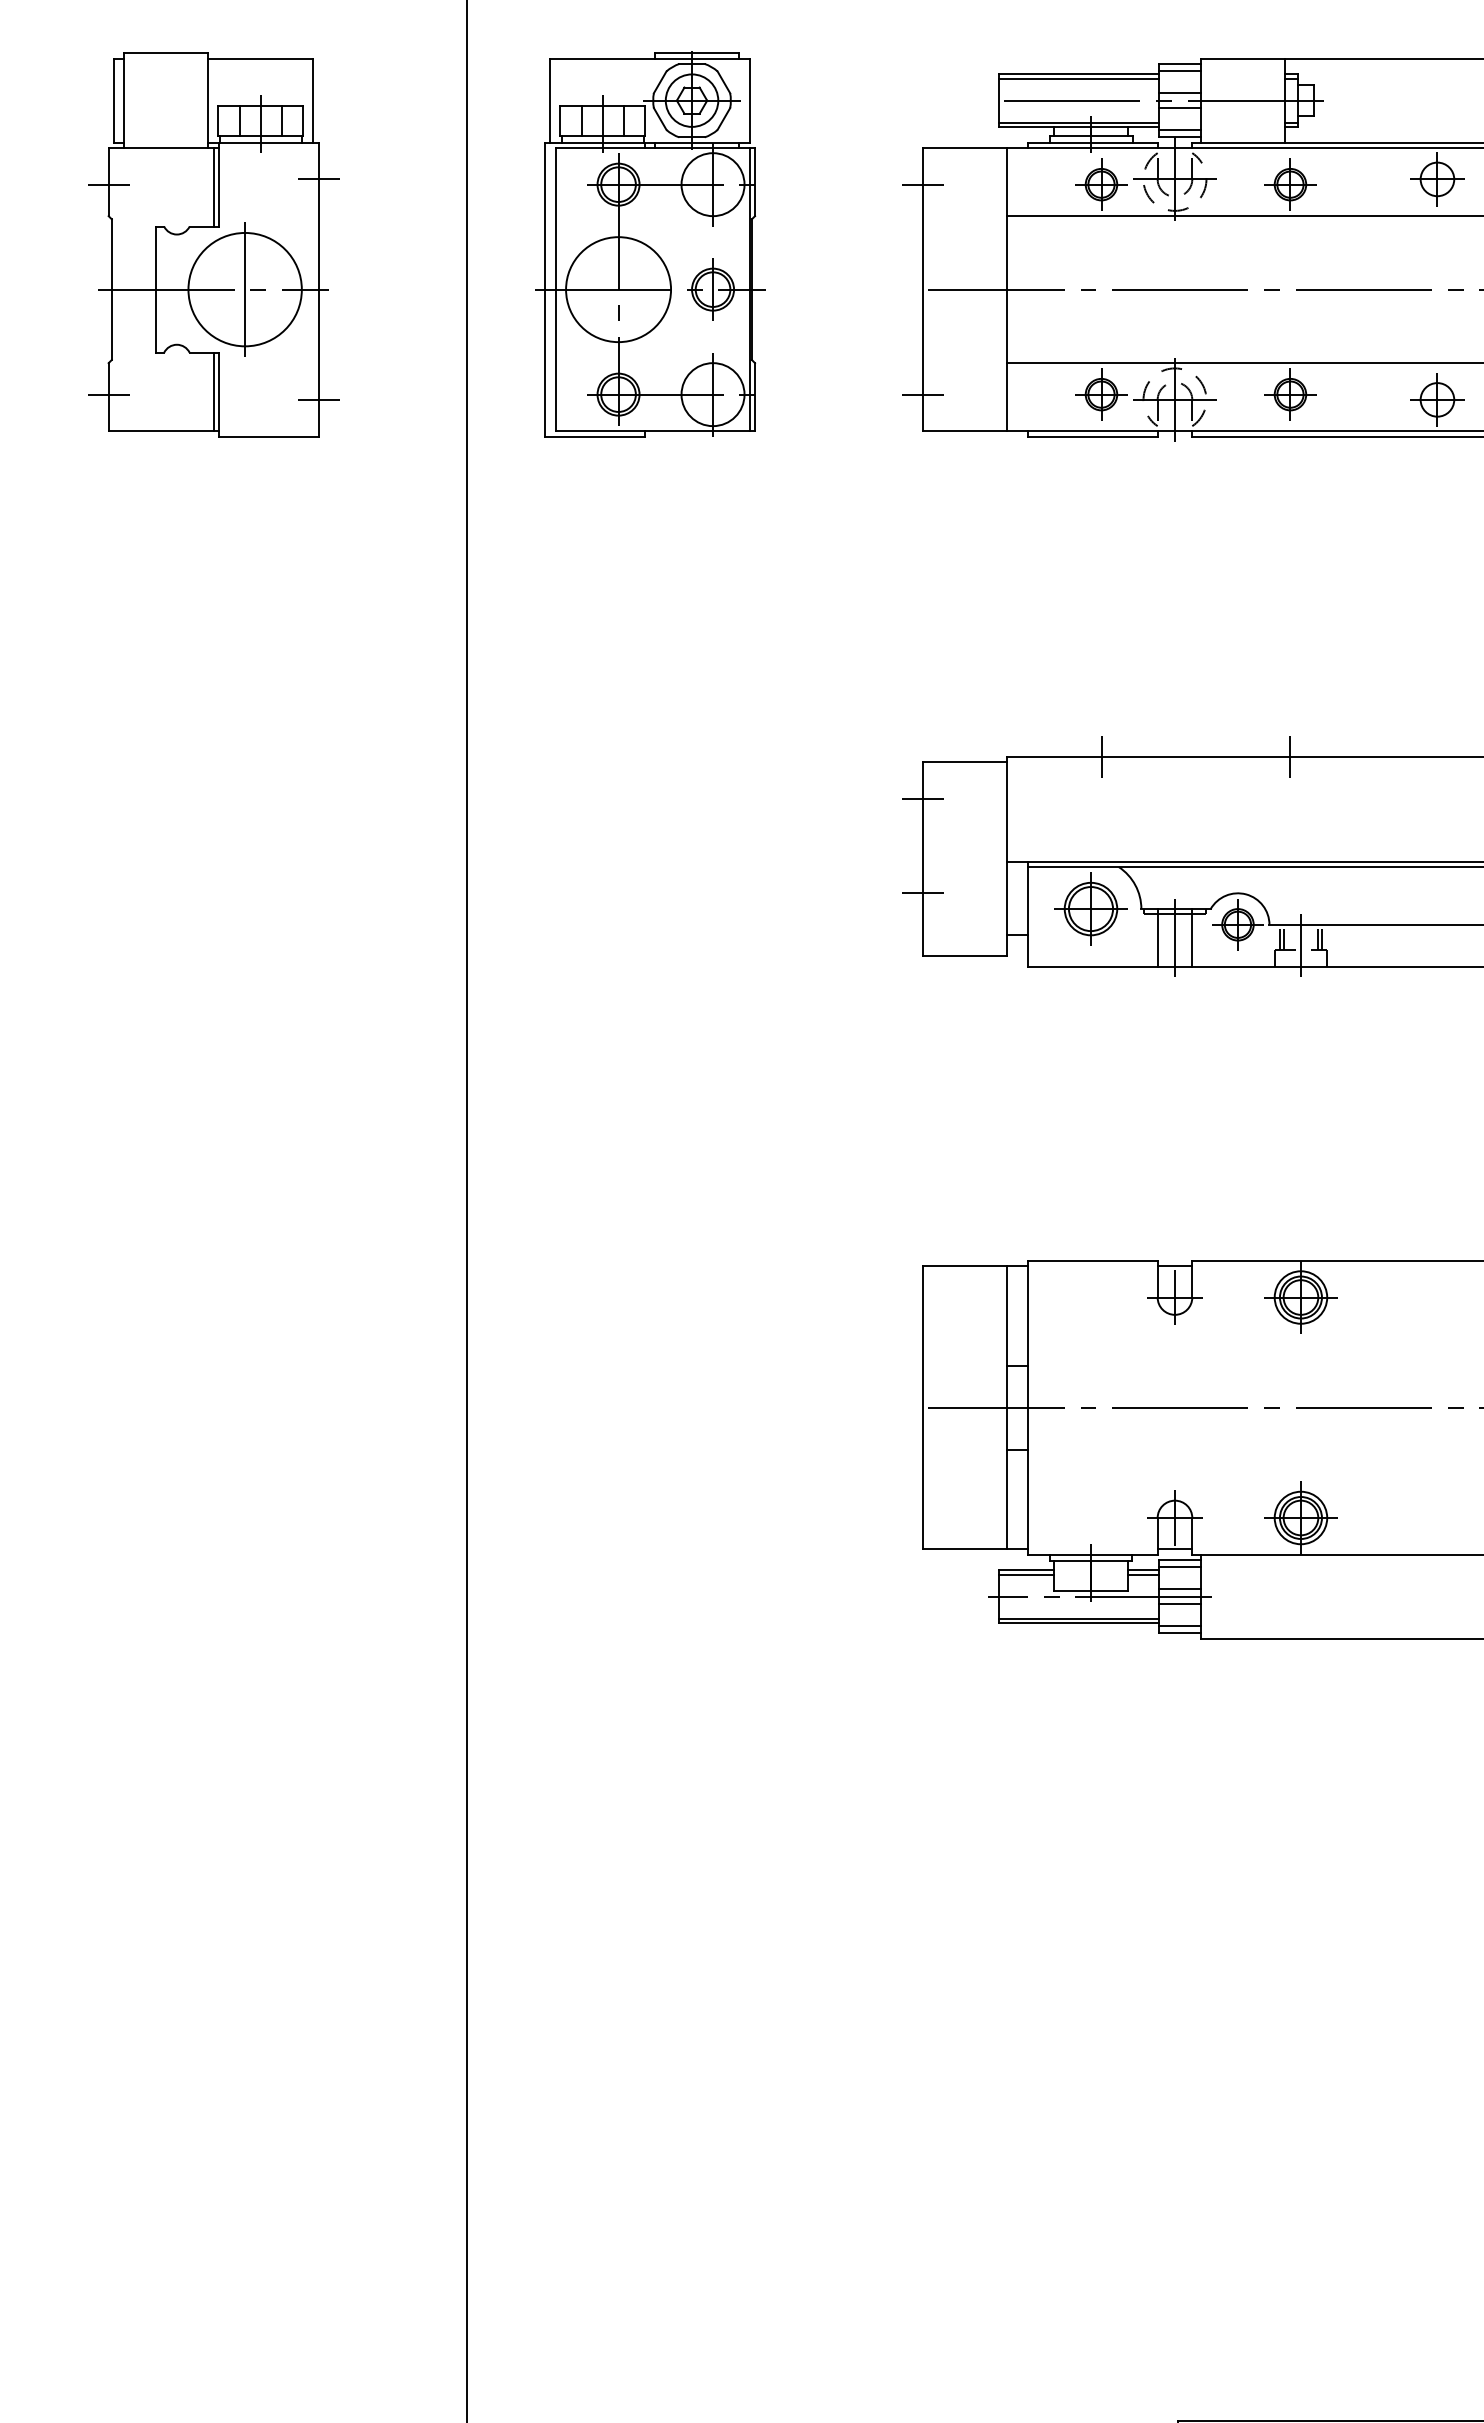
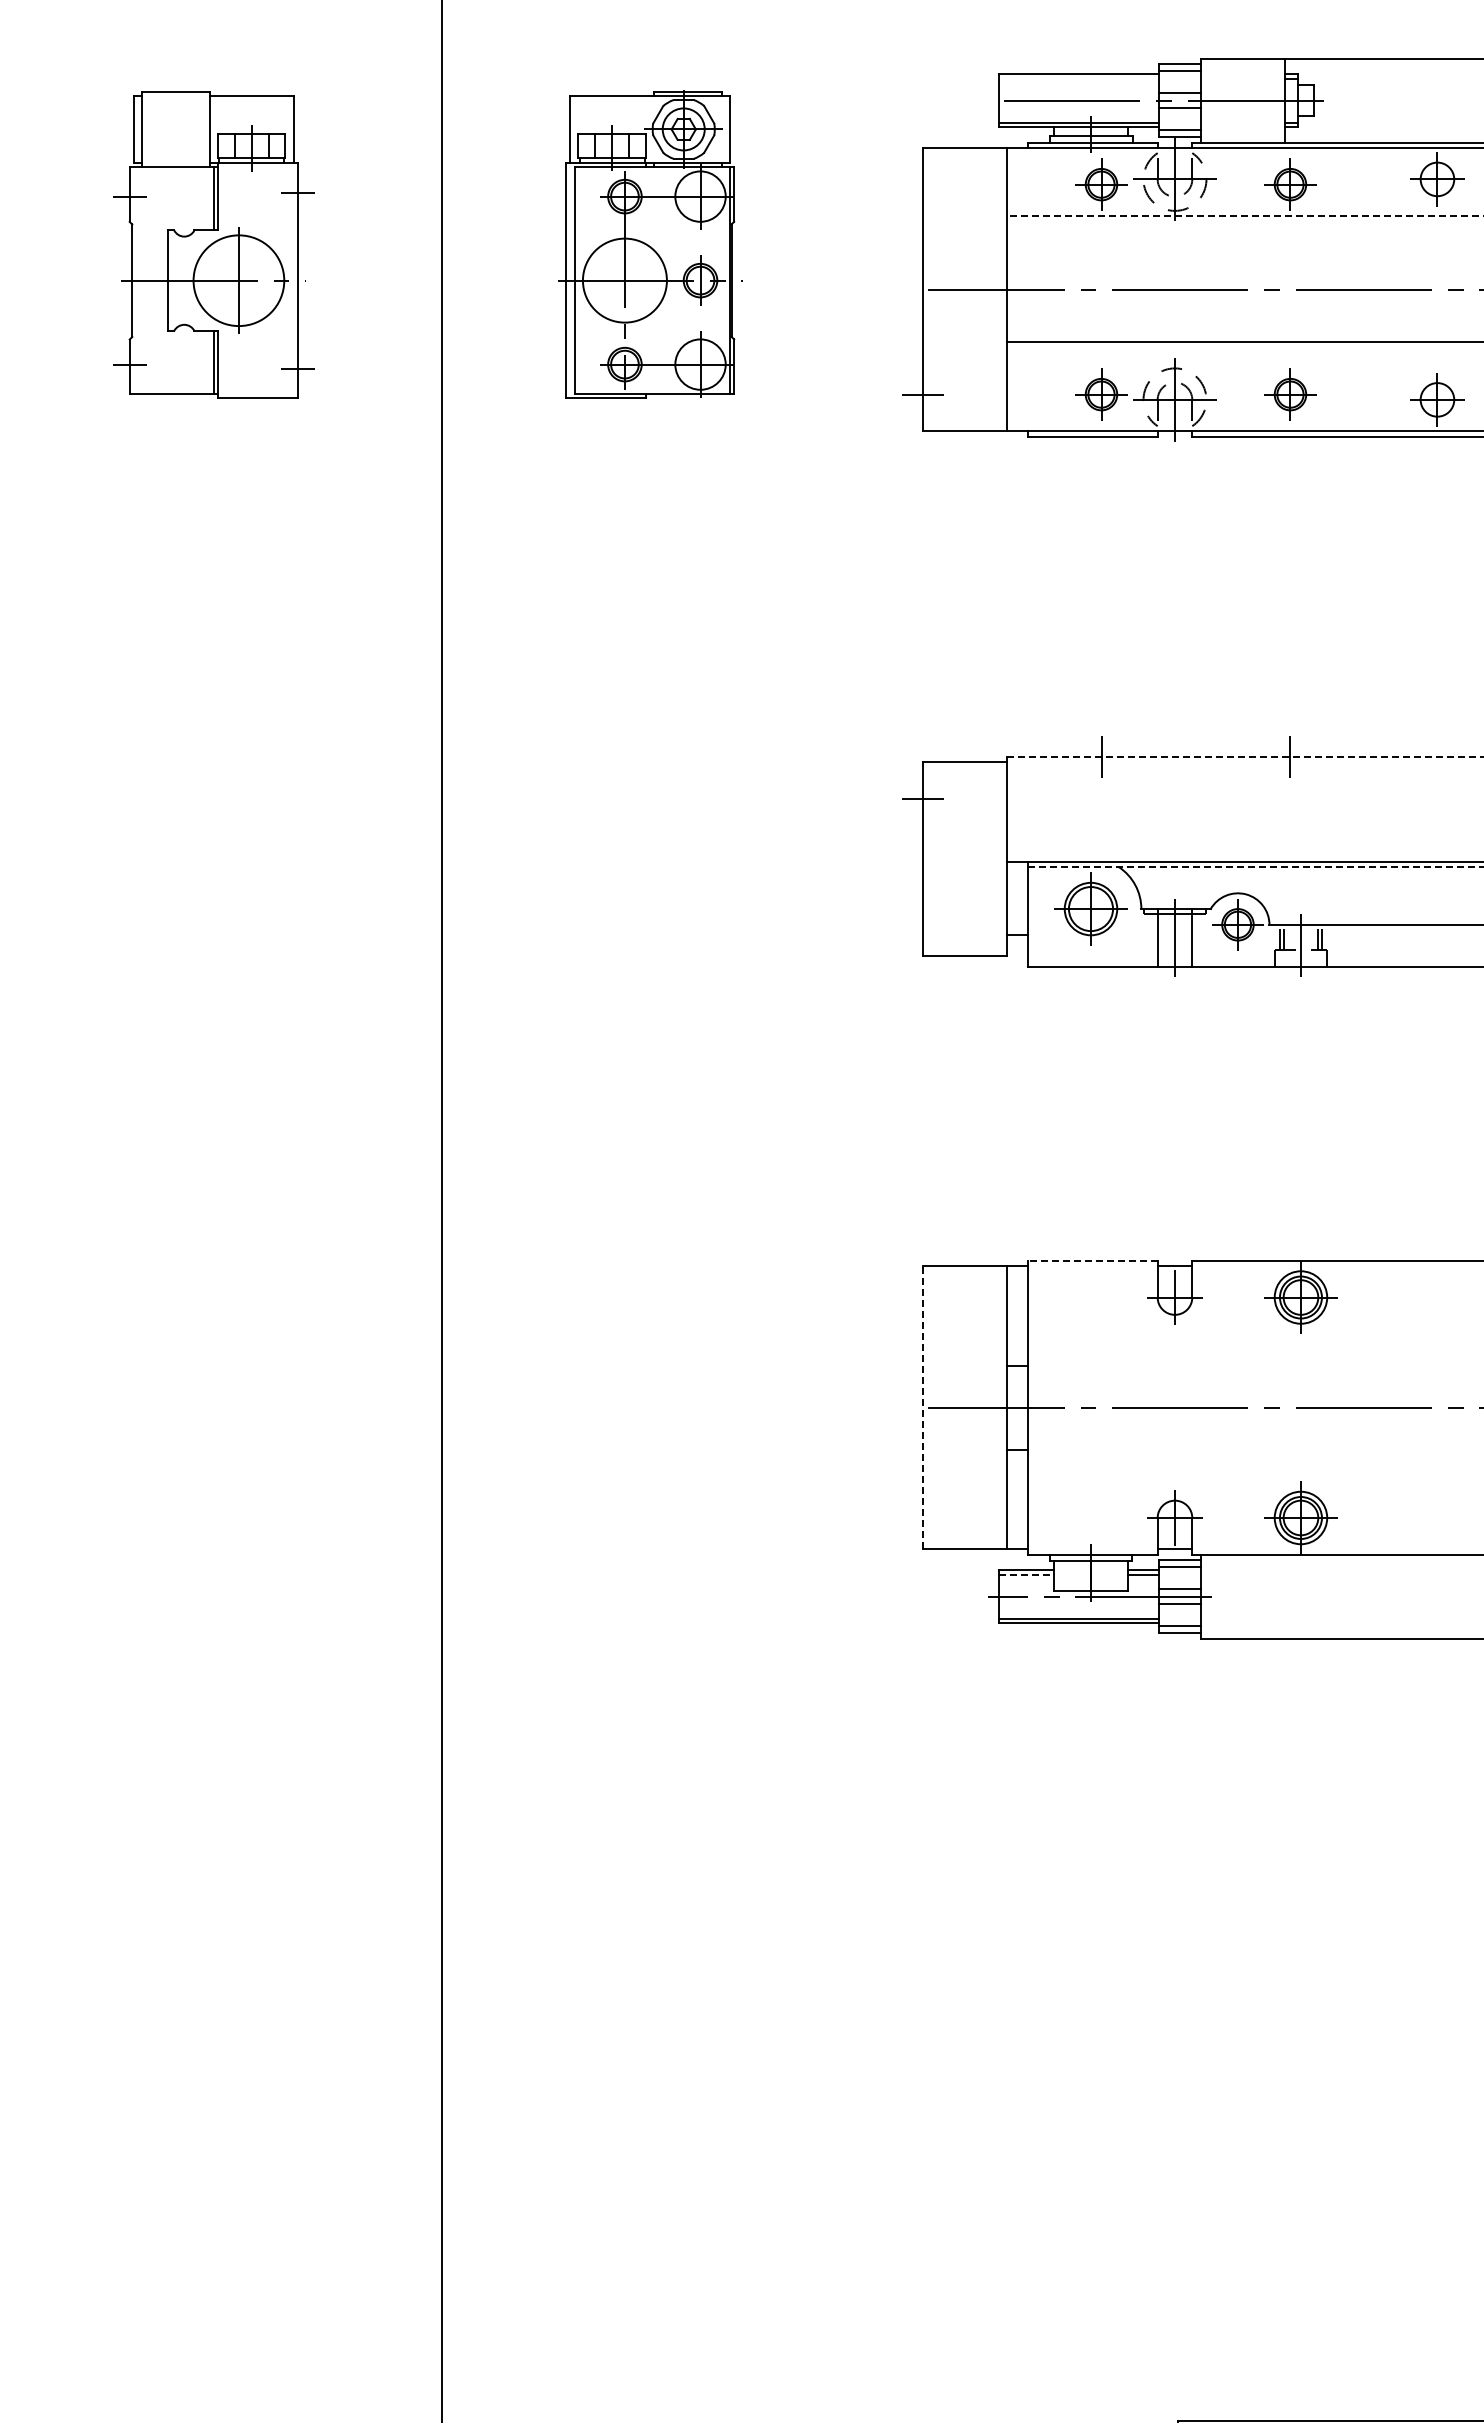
line at (1078, 78): present -> none
line at (923, 184): present -> none
line at (1244, 216): solid -> dashed
part at (213, 244) size: 252x386 px -> 202x308 px
part at (650, 244) size: 231x387 px -> 185x309 px
line at (1243, 363) position: (1243, 363) -> (1243, 342)
line at (1245, 756): solid -> dashed
line at (1255, 867): solid -> dashed
line at (923, 893): present -> none
line at (466, 1210) position: (466, 1210) -> (441, 1210)
line at (1092, 1260): solid -> dashed
line at (923, 1407): solid -> dashed
line at (1026, 1574): solid -> dashed
